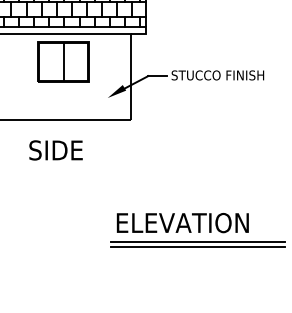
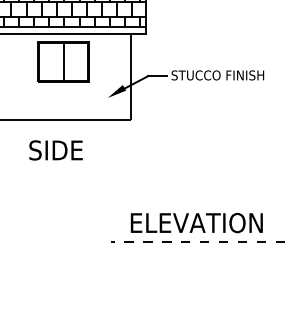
text at (182, 223) position: (182, 223) -> (196, 223)
line at (198, 241): solid -> dashed
line at (197, 247): present -> none
